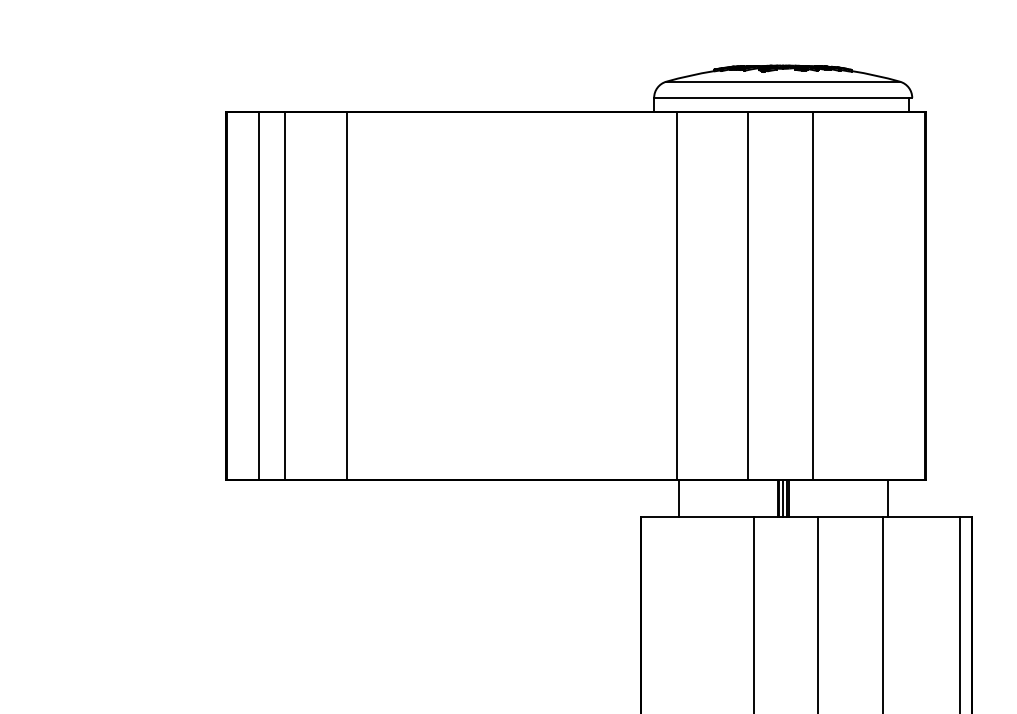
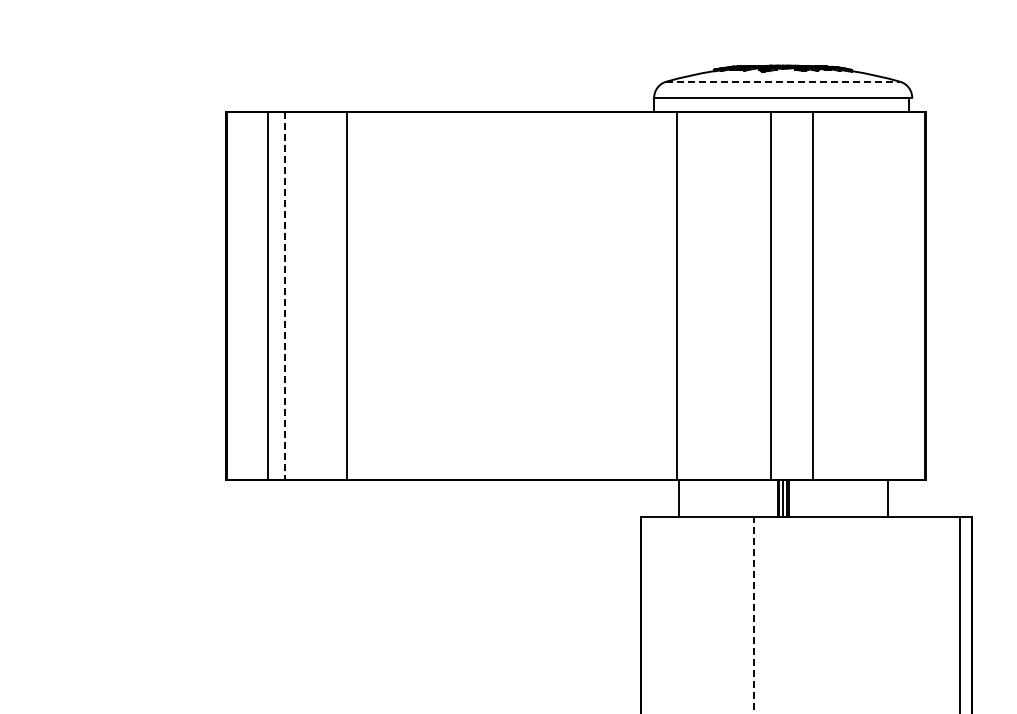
line at (783, 81): solid -> dashed
line at (259, 295) position: (259, 295) -> (268, 295)
line at (748, 295) position: (748, 295) -> (771, 295)
line at (284, 296): solid -> dashed
line at (818, 613): present -> none
line at (883, 613): present -> none
line at (753, 615): solid -> dashed
